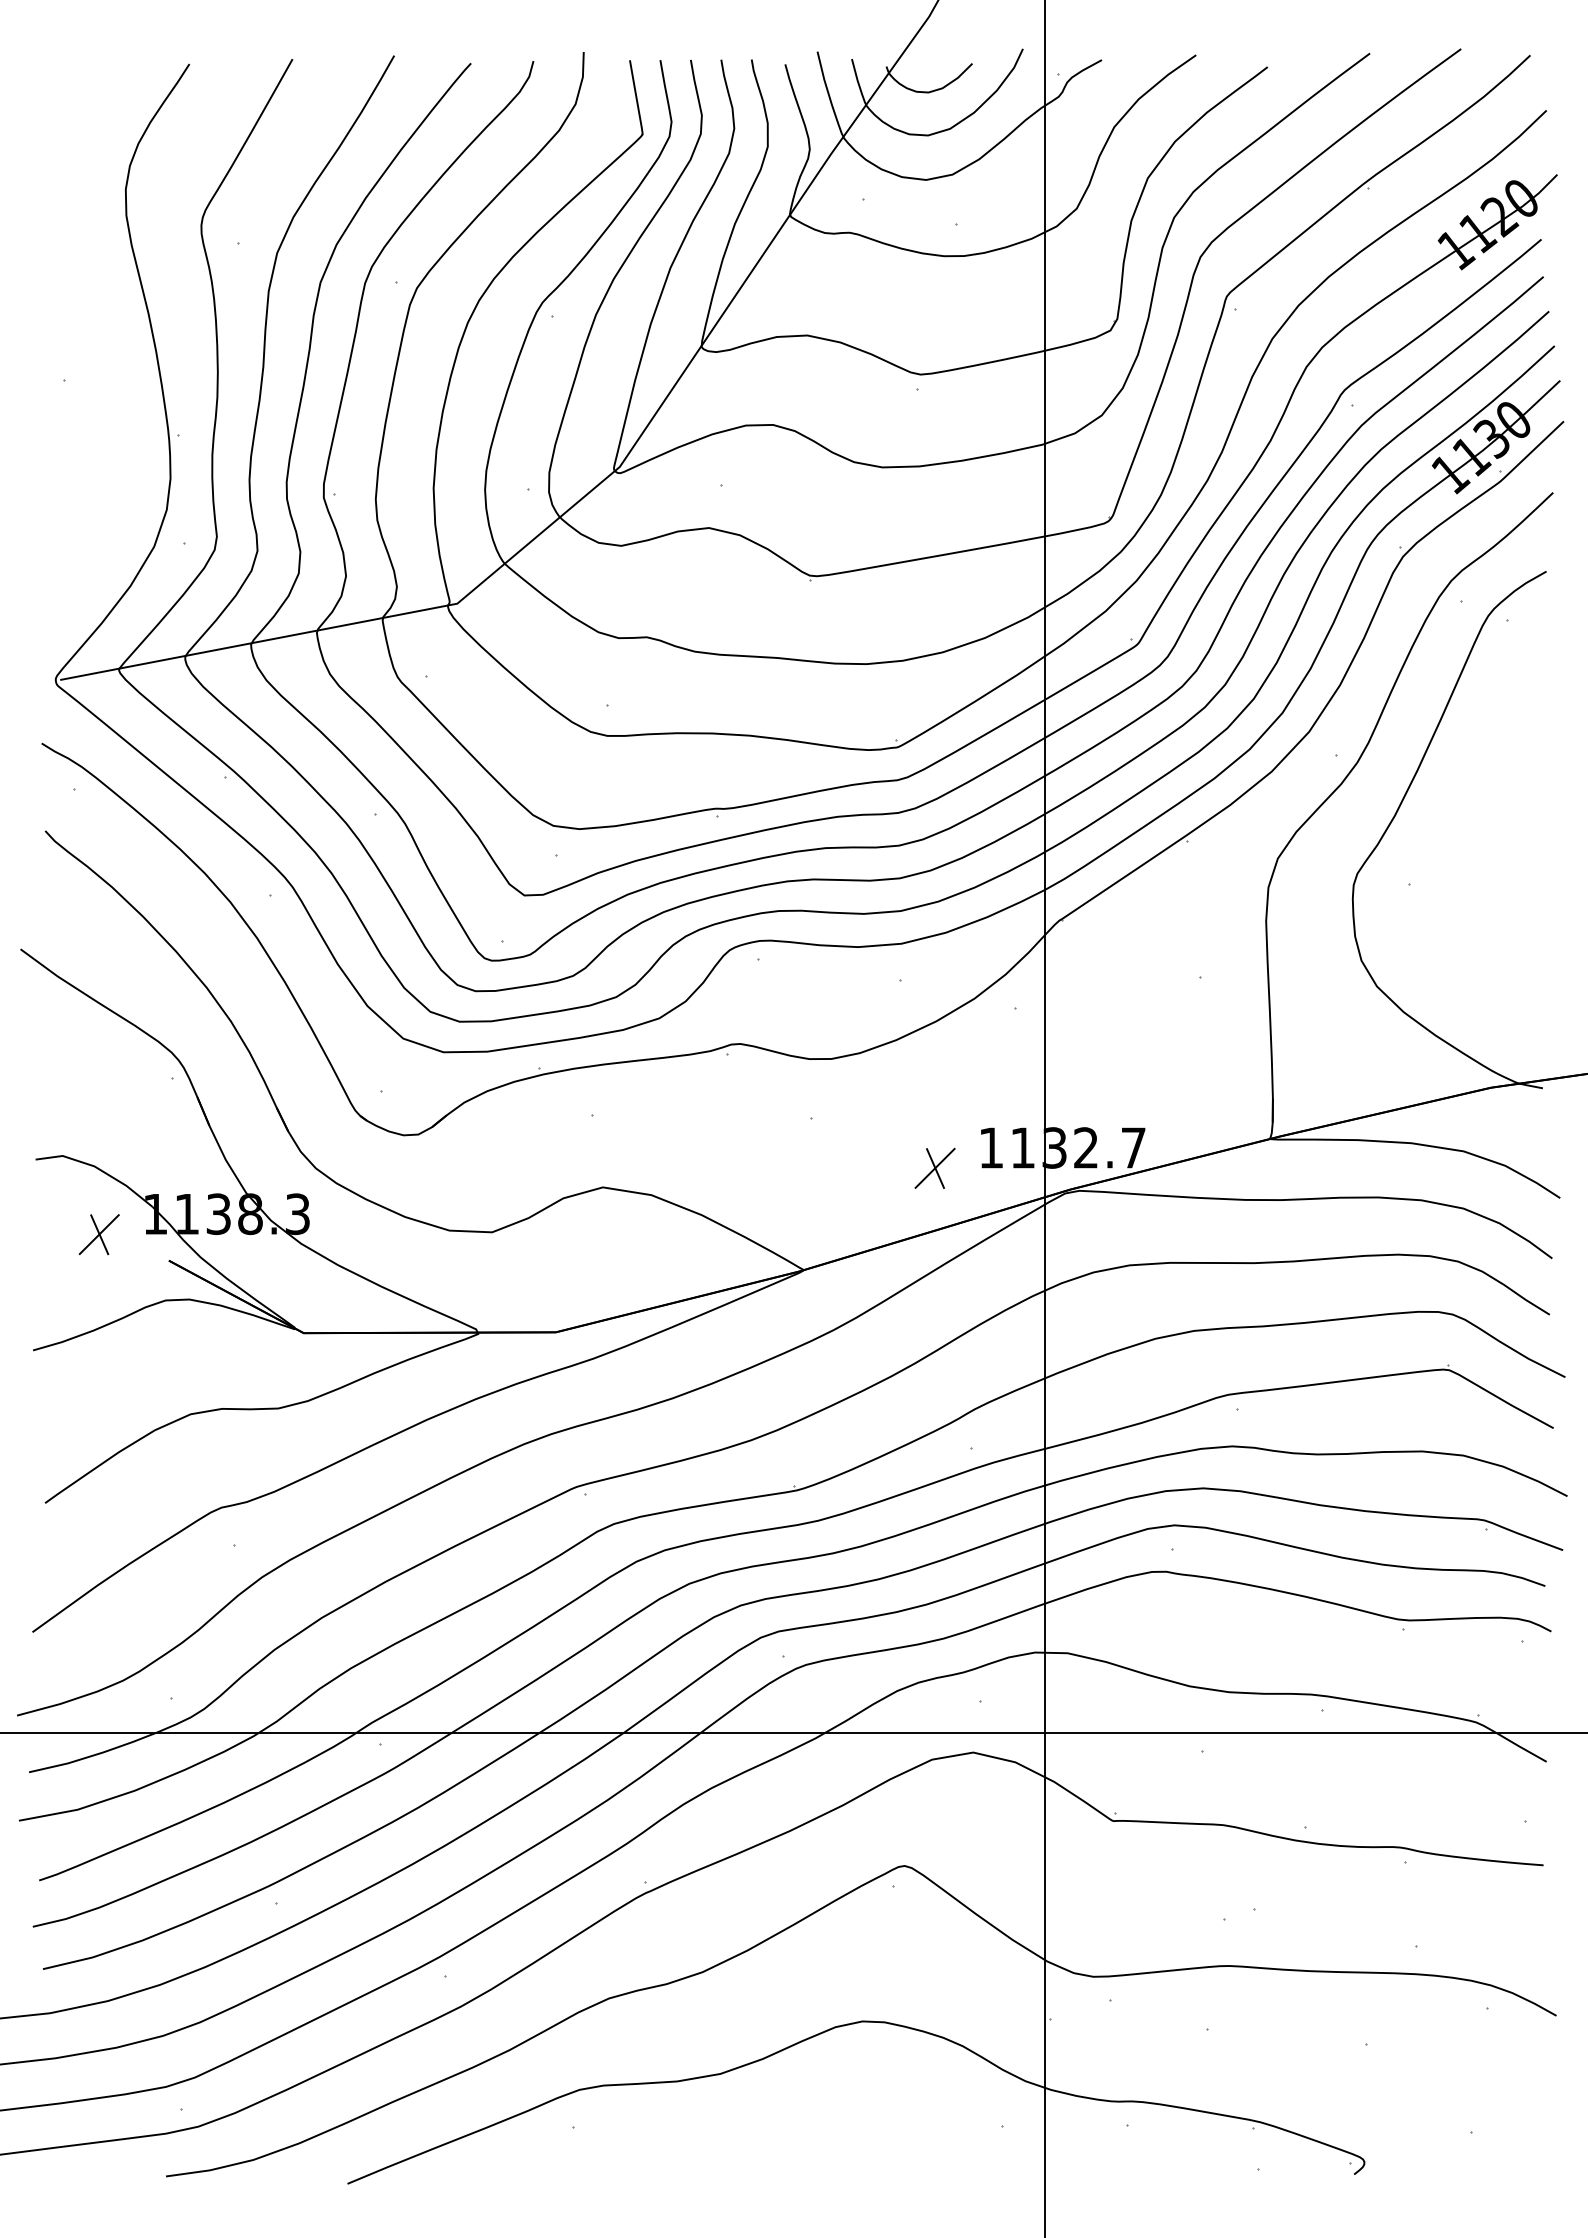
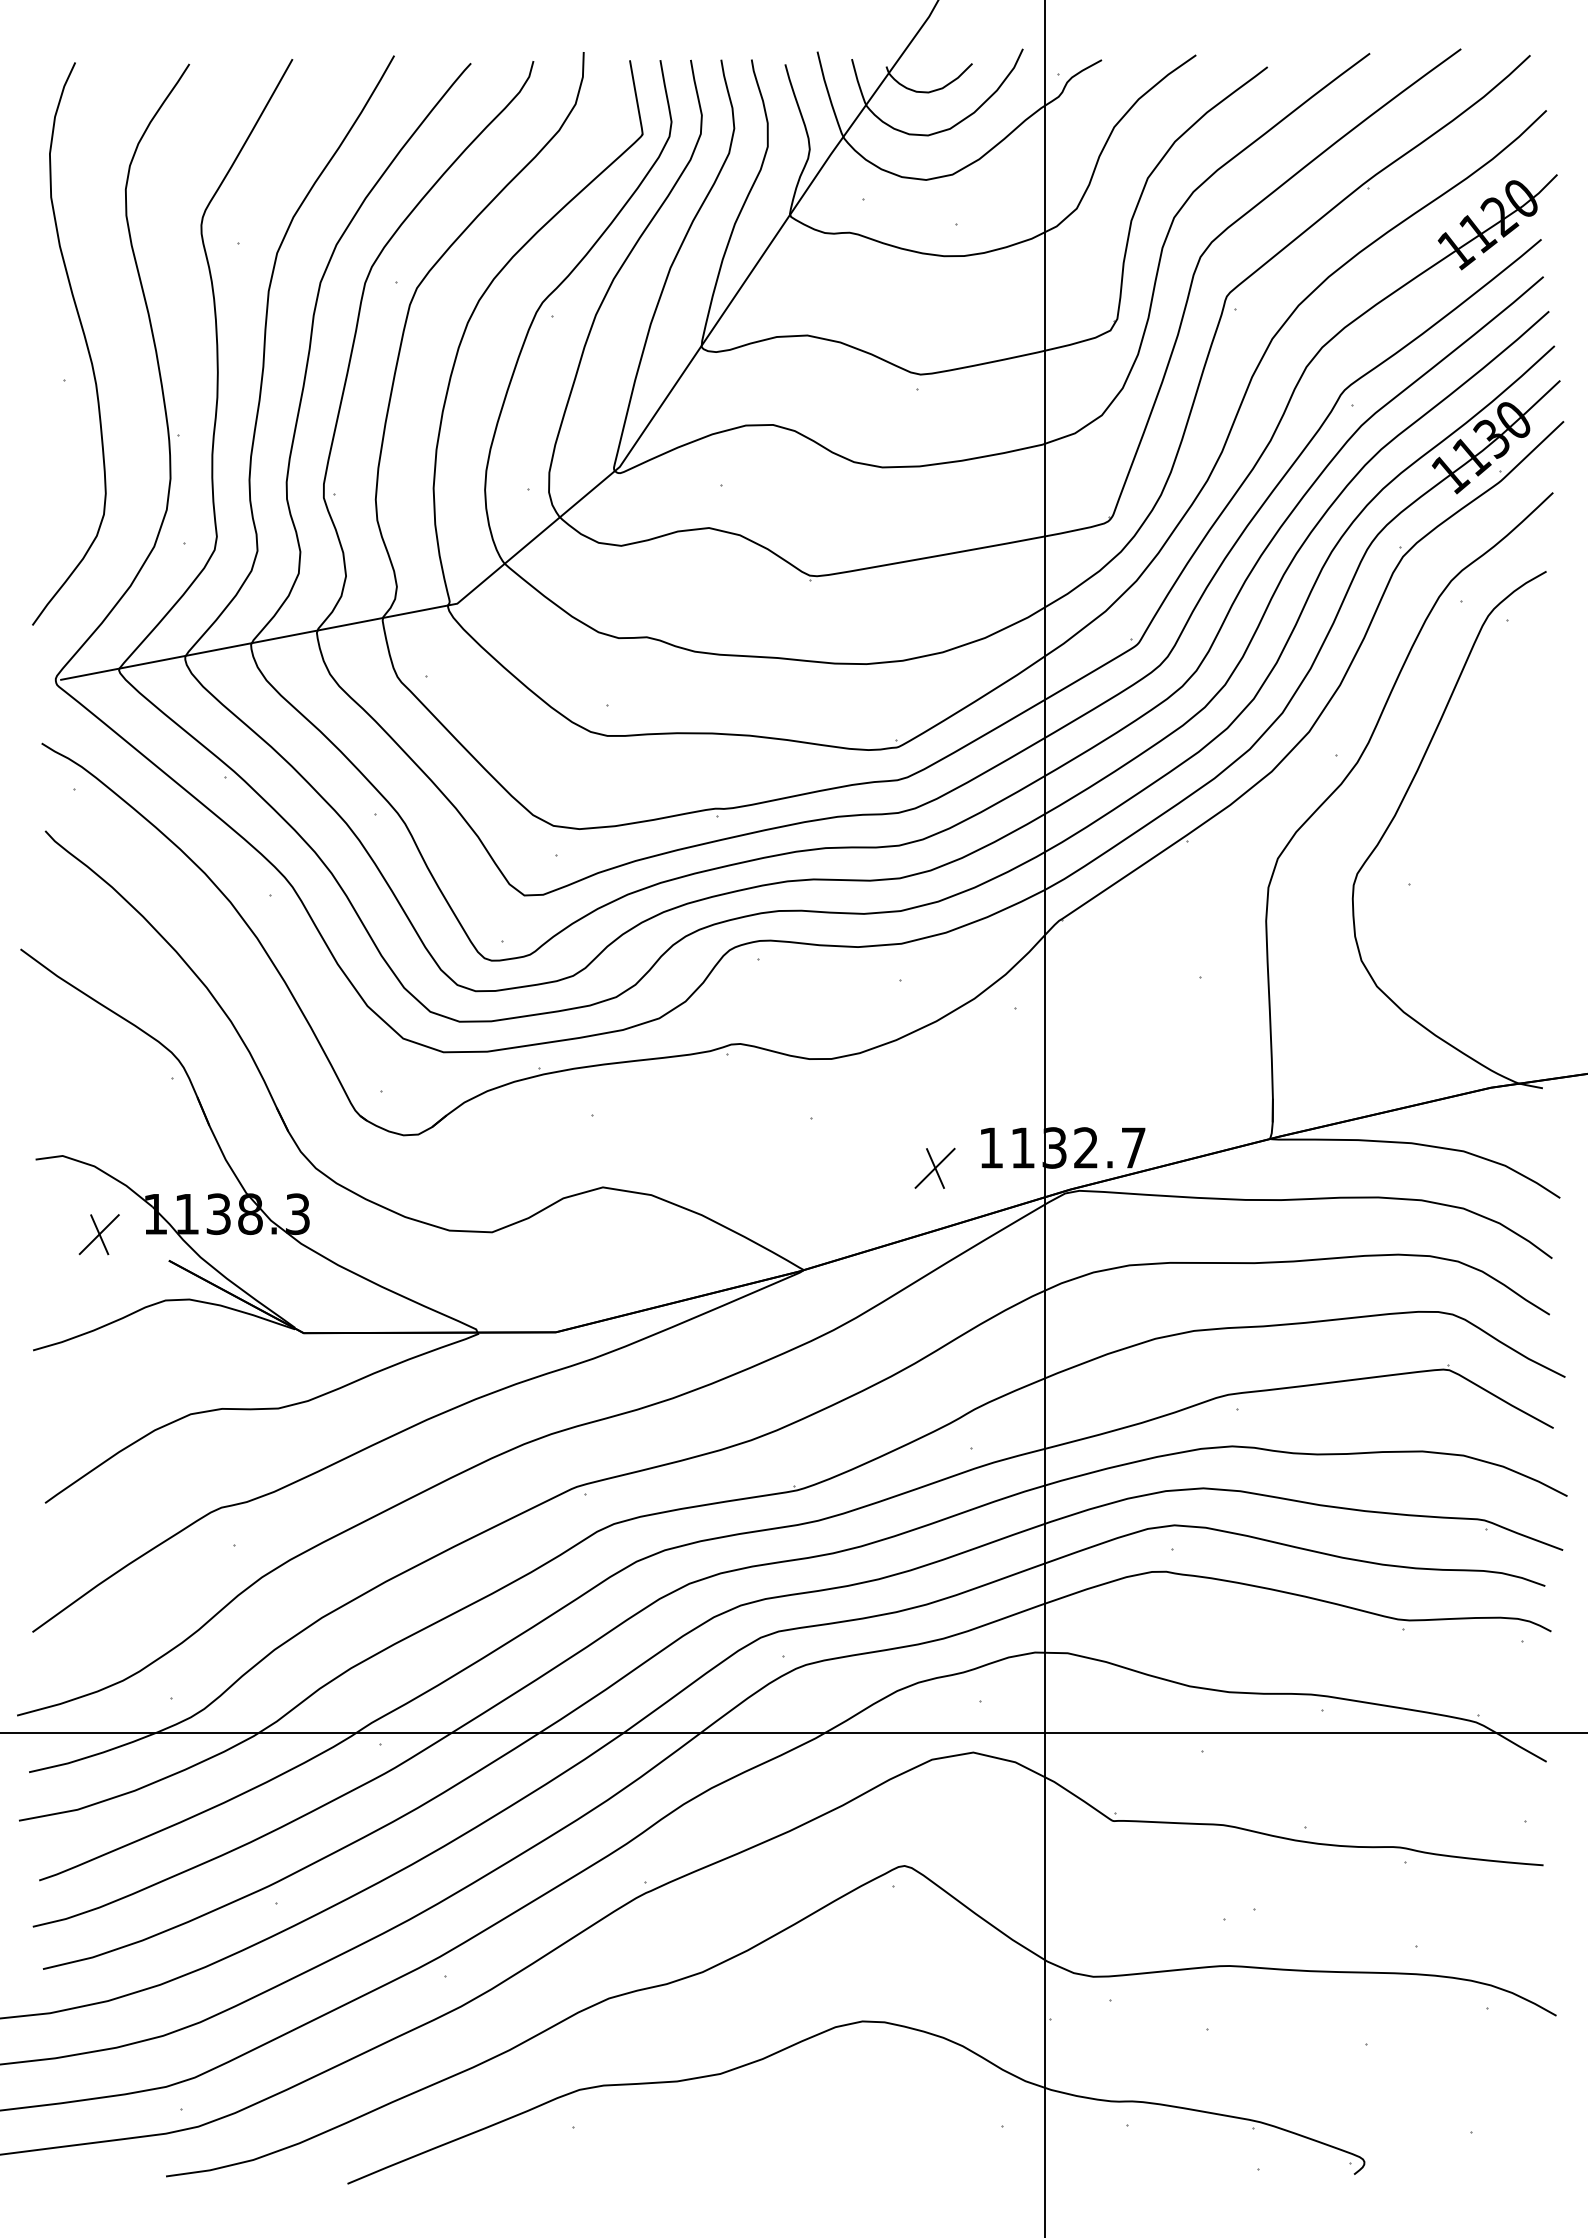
curve at (84, 340): none -> present
